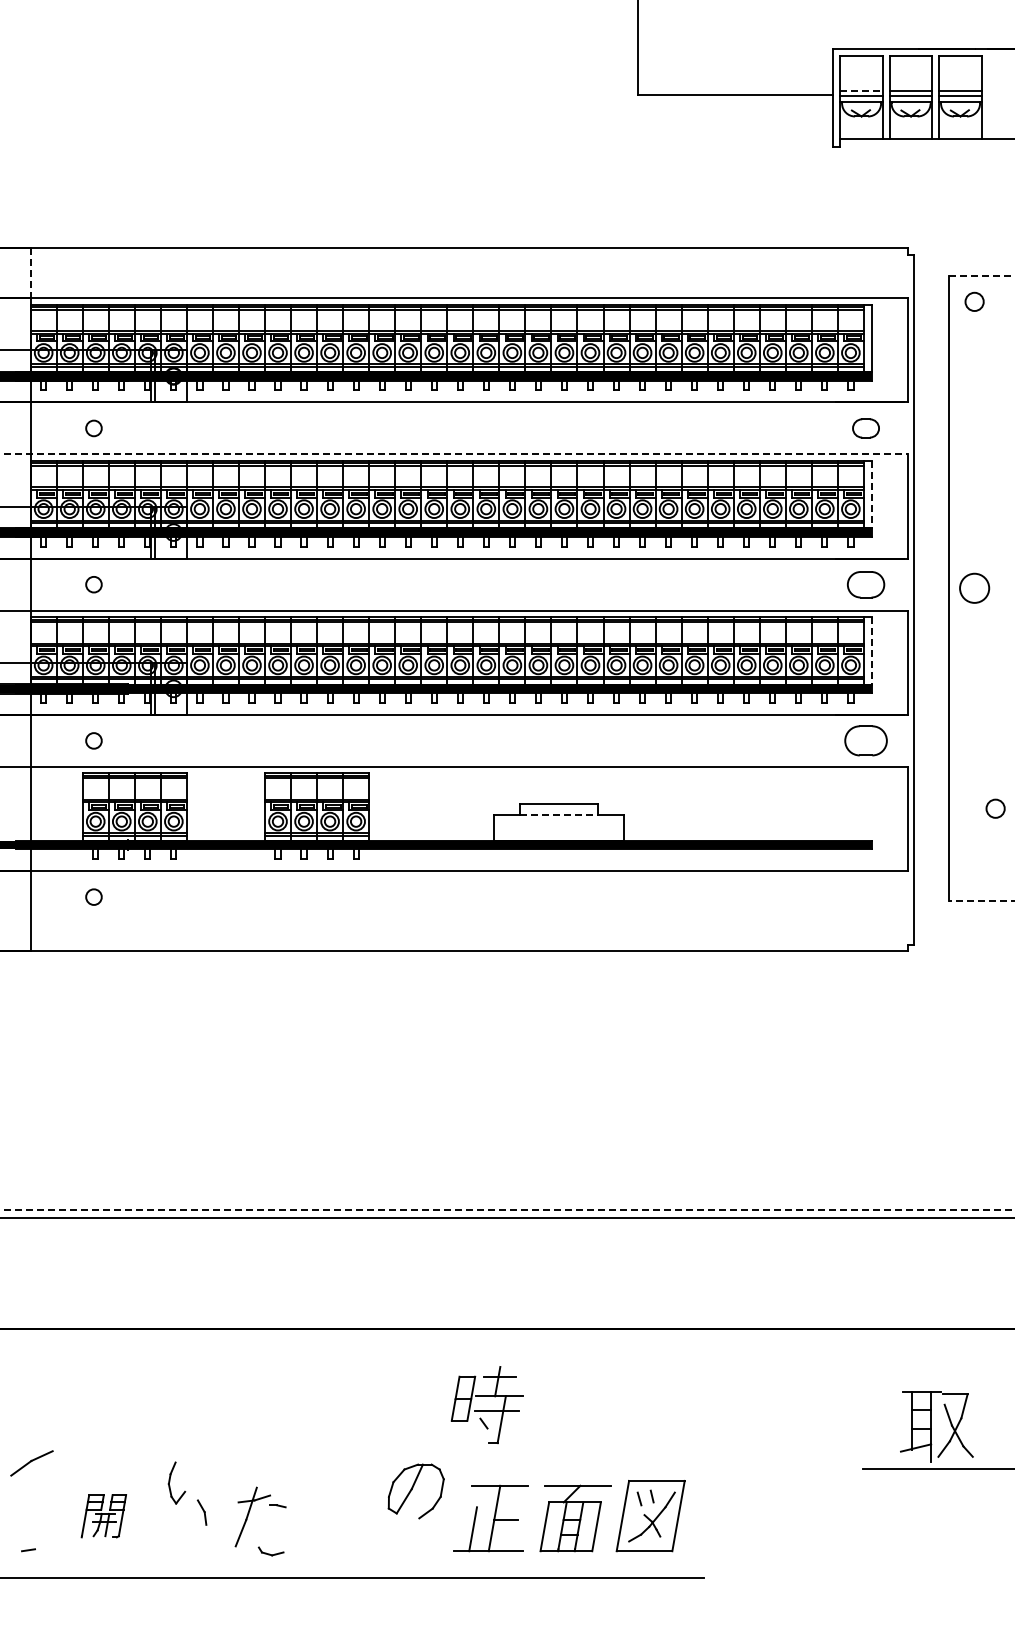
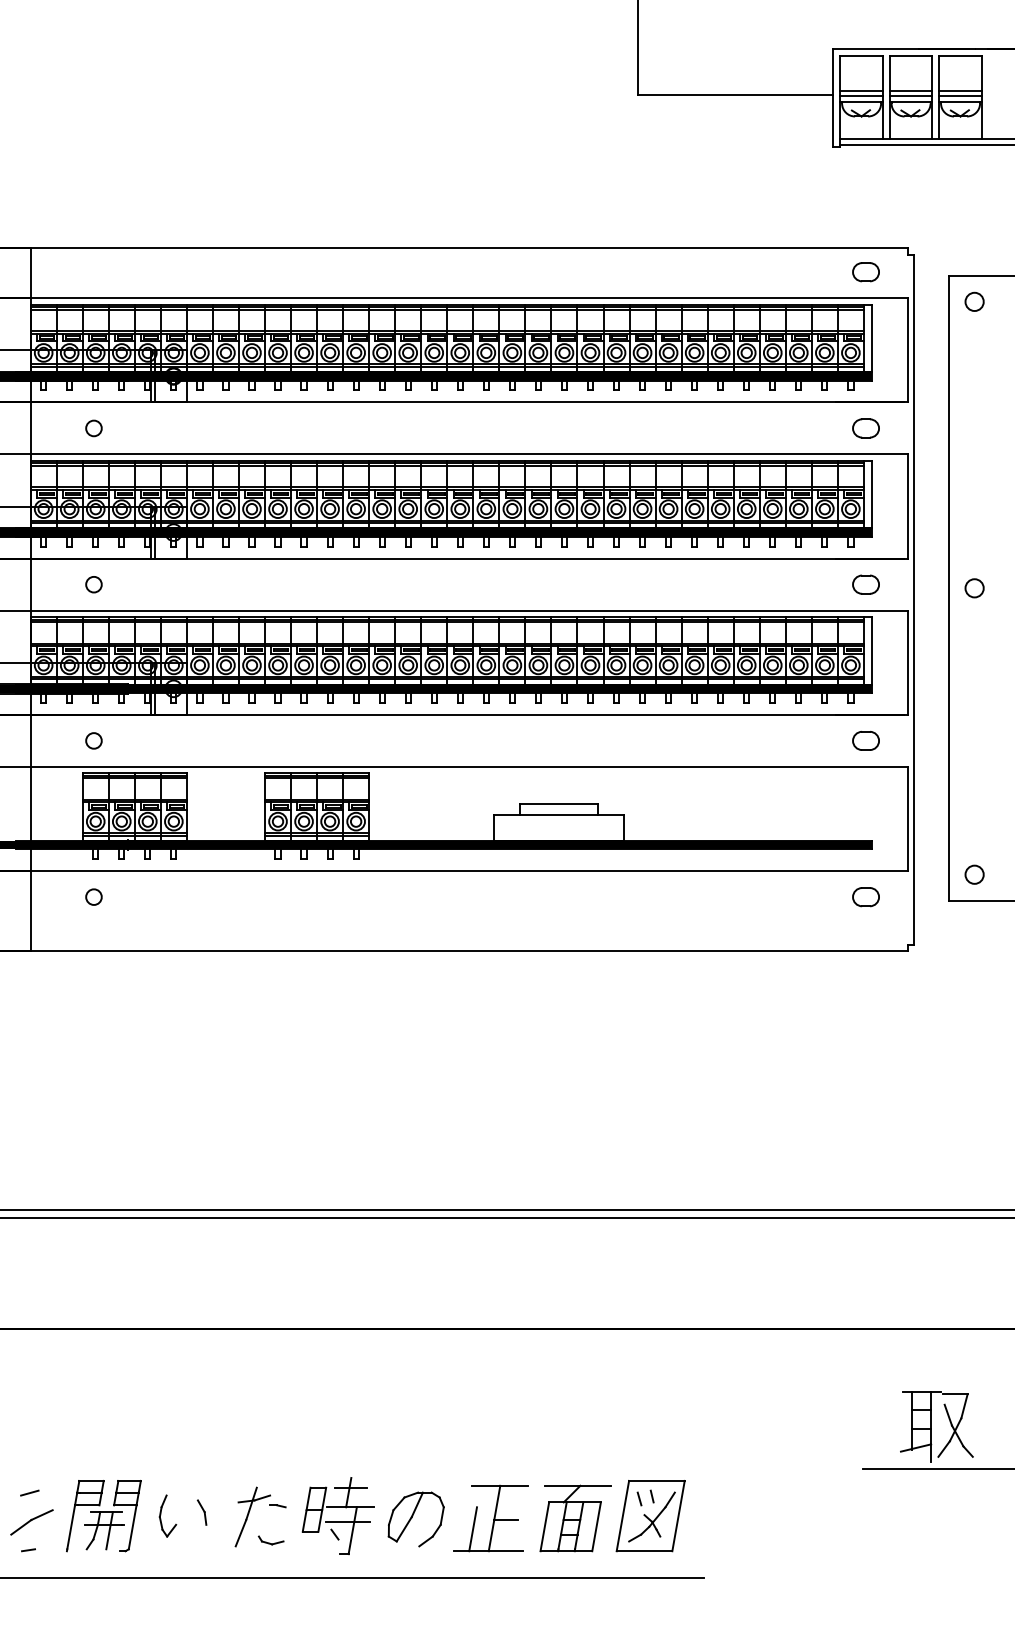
line at (862, 91): dashed -> solid
line at (925, 144): none -> present
part at (865, 272): none -> present
line at (31, 273): dashed -> solid
line at (981, 275): dashed -> solid
line at (454, 454): dashed -> solid
line at (871, 494): dashed -> solid
part at (866, 584) size: 39x28 px -> 28x21 px
circle at (974, 587) diameter: 29 px -> 18 px
line at (871, 650): dashed -> solid
part at (865, 740) size: 44x32 px -> 28x20 px
circle at (995, 808) position: (995, 808) -> (974, 874)
line at (559, 814): dashed -> solid
part at (865, 897): none -> present
line at (981, 900): dashed -> solid
line at (507, 1209): dashed -> solid
part at (486, 1404) position: (486, 1404) -> (337, 1515)
part at (31, 1463) position: (31, 1463) -> (31, 1522)
part at (176, 1482) position: (176, 1482) -> (167, 1515)
part at (415, 1491) position: (415, 1491) -> (415, 1519)
line at (29, 1492): none -> present
part at (103, 1516) size: 47x45 px -> 76x73 px
part at (270, 1551) position: (270, 1551) -> (270, 1540)
